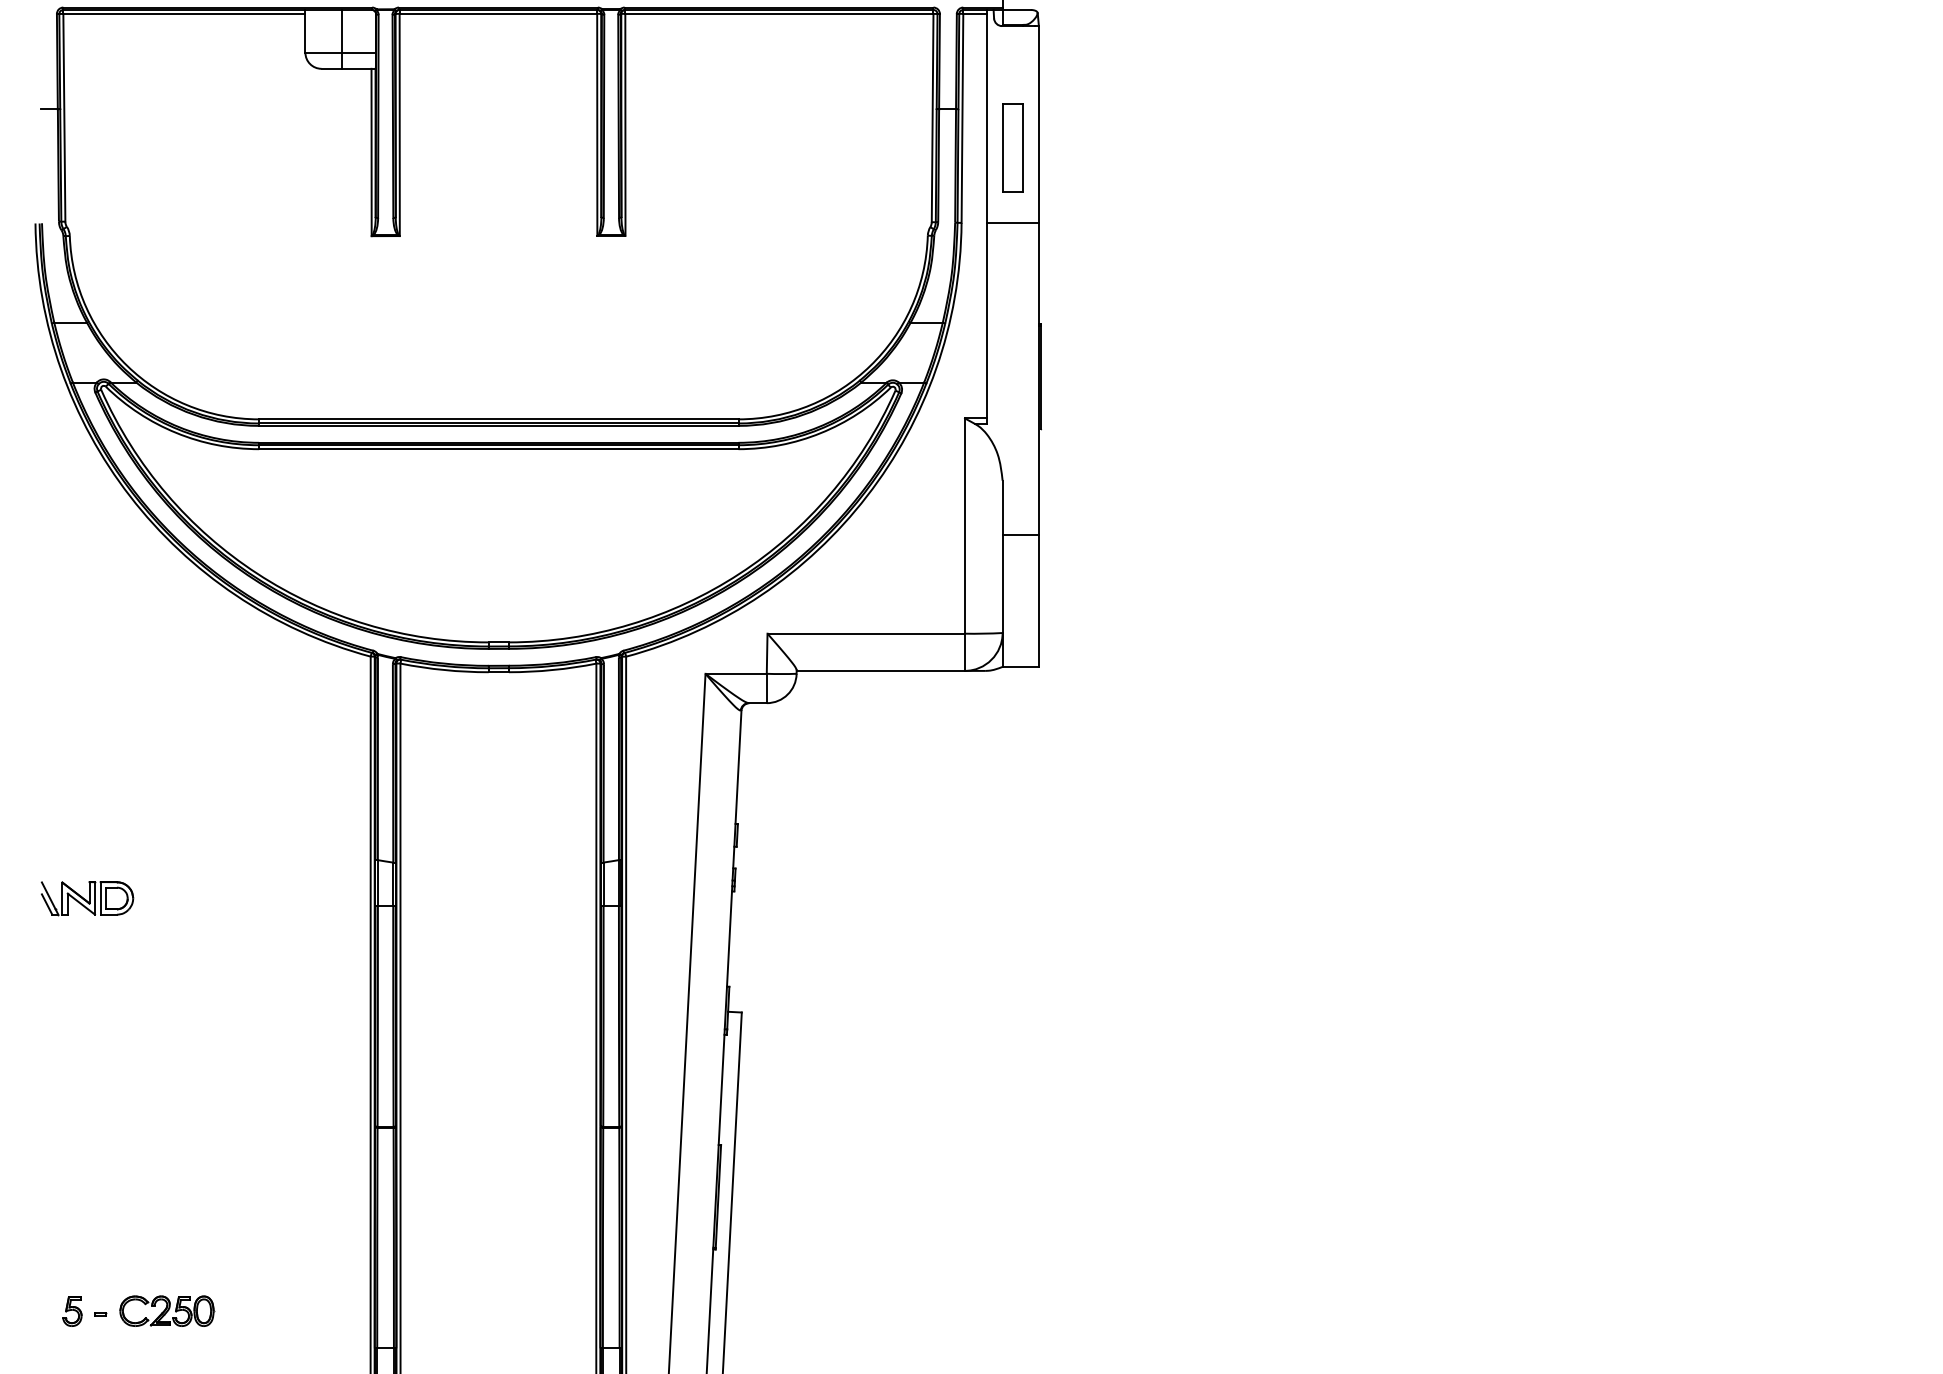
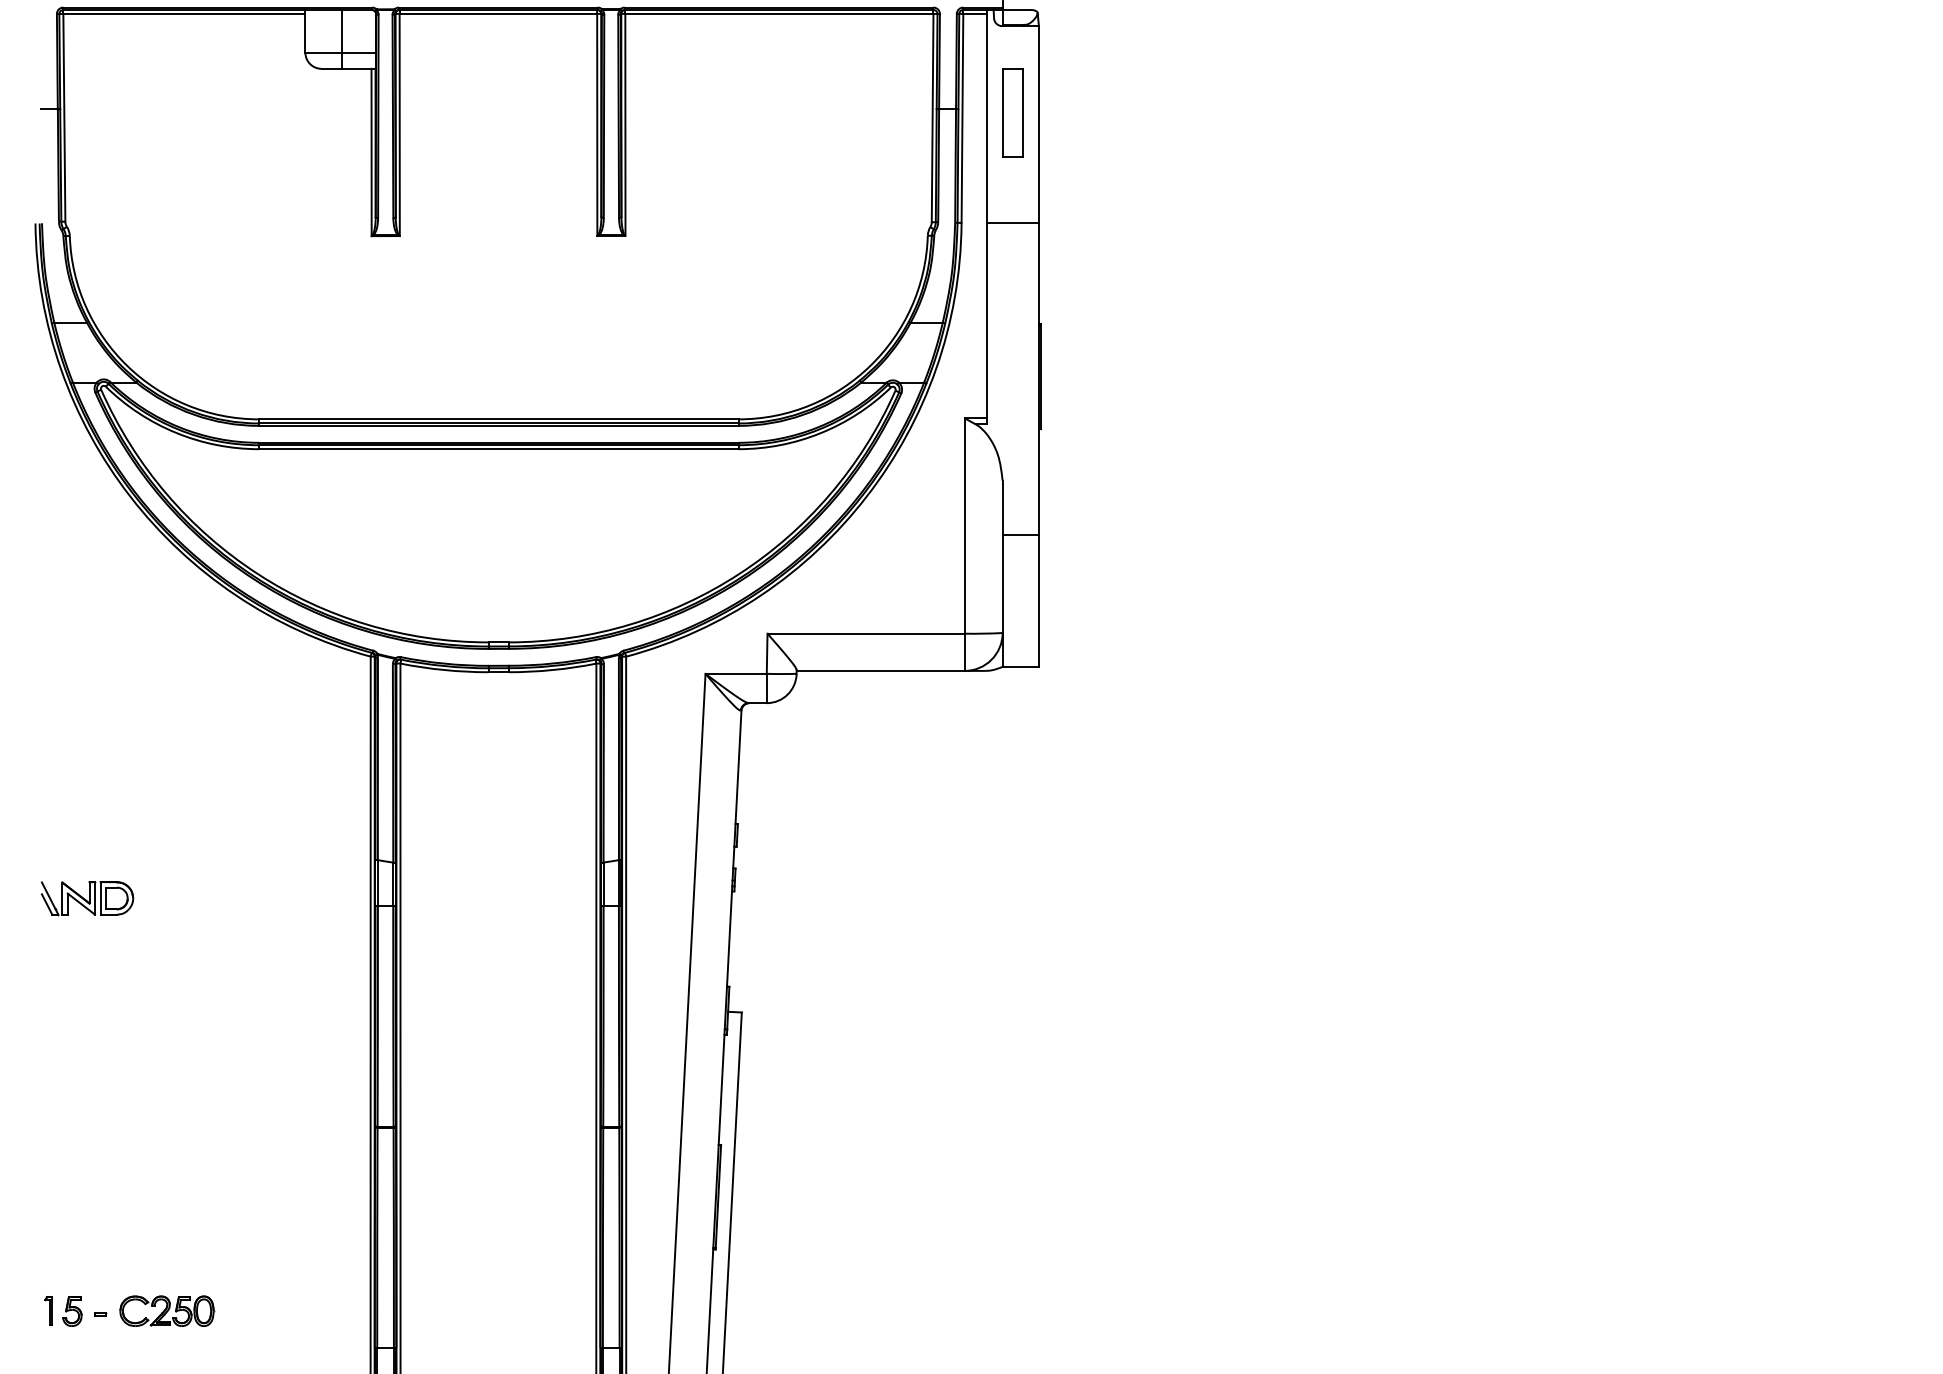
part at (1012, 147) position: (1012, 147) -> (1012, 112)
part at (48, 1310): none -> present
